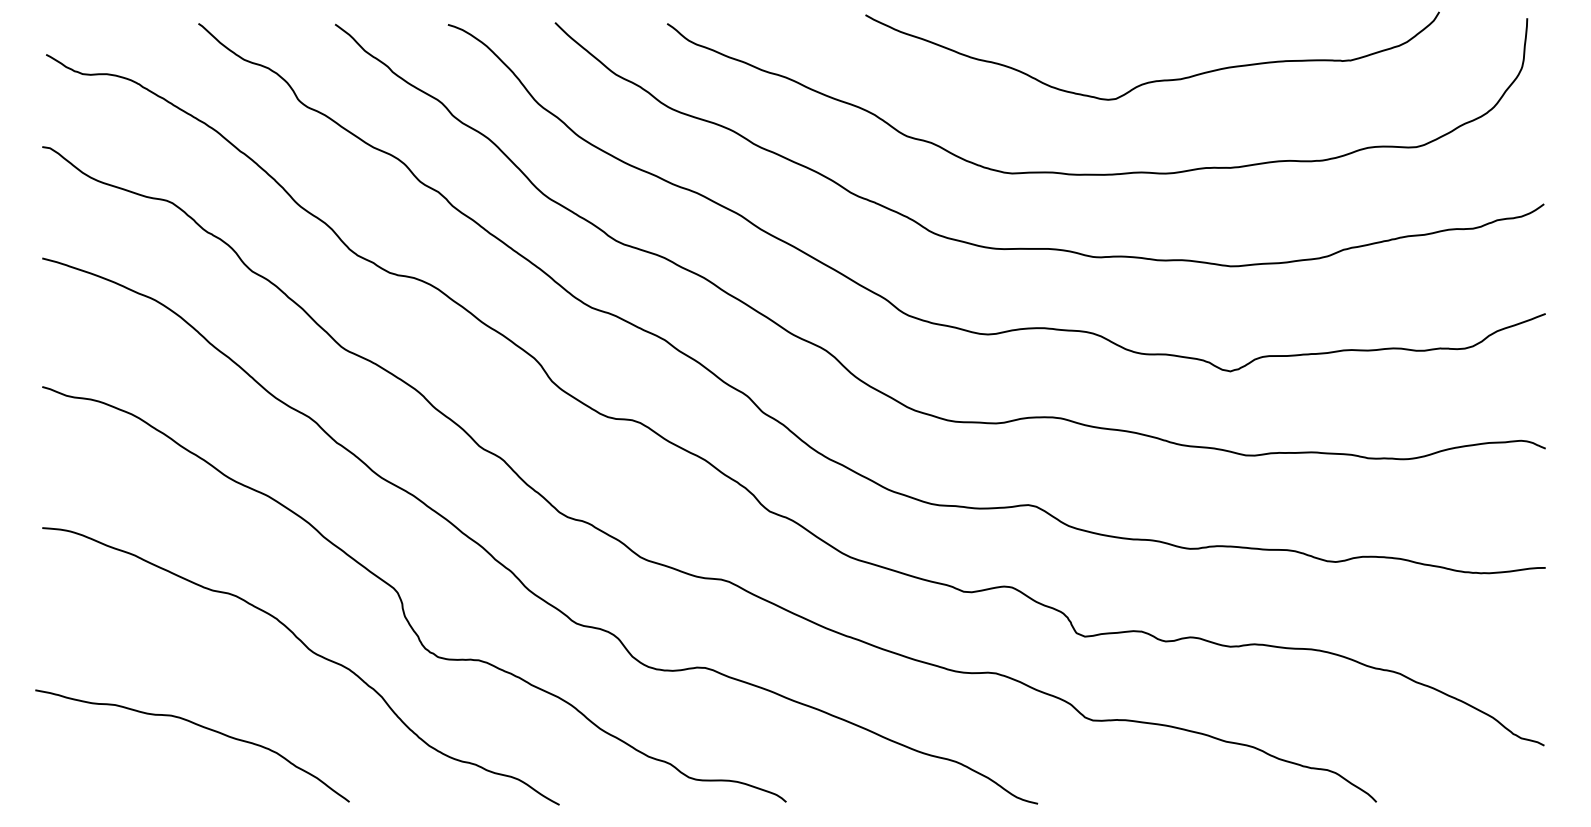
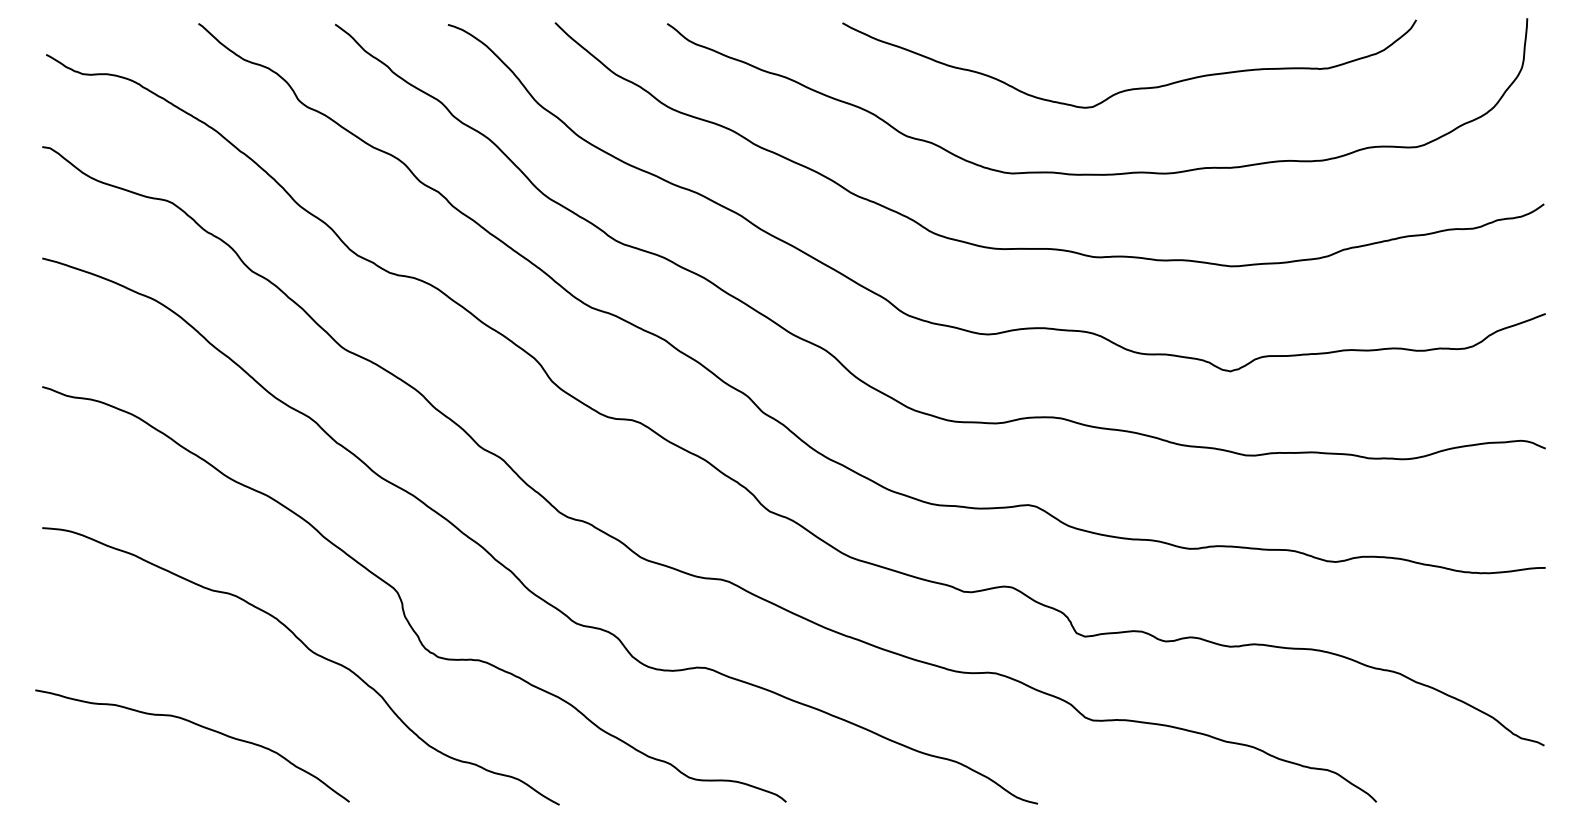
curve at (1153, 80) position: (1153, 80) -> (1130, 88)
